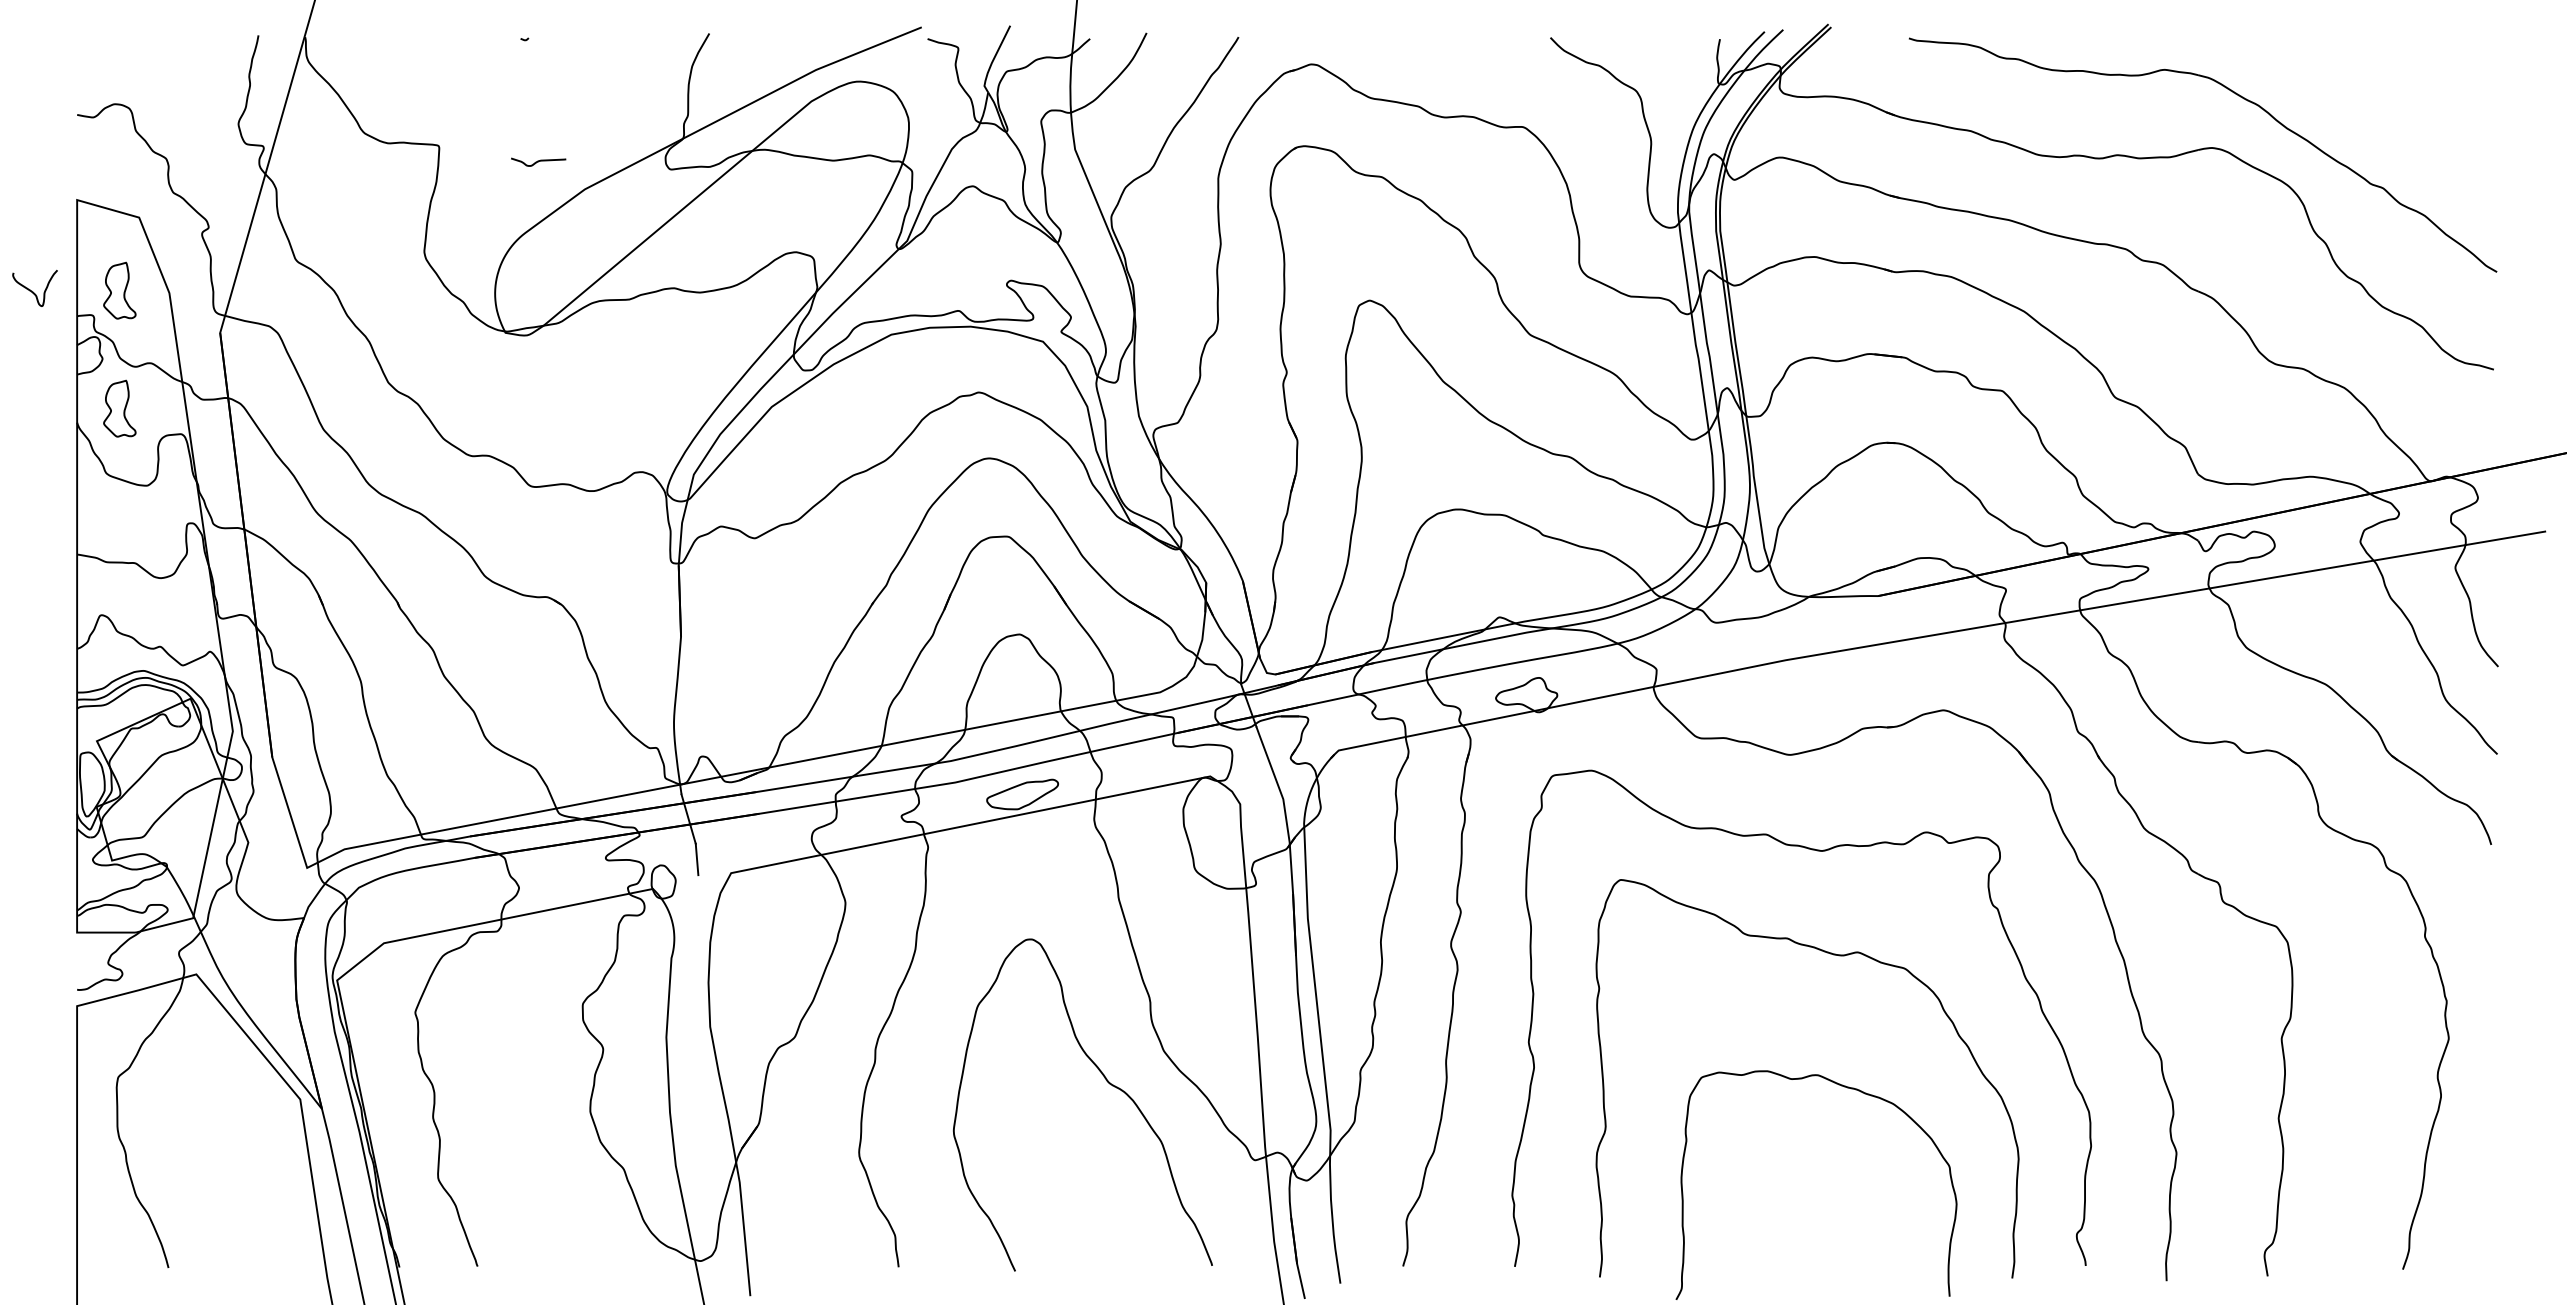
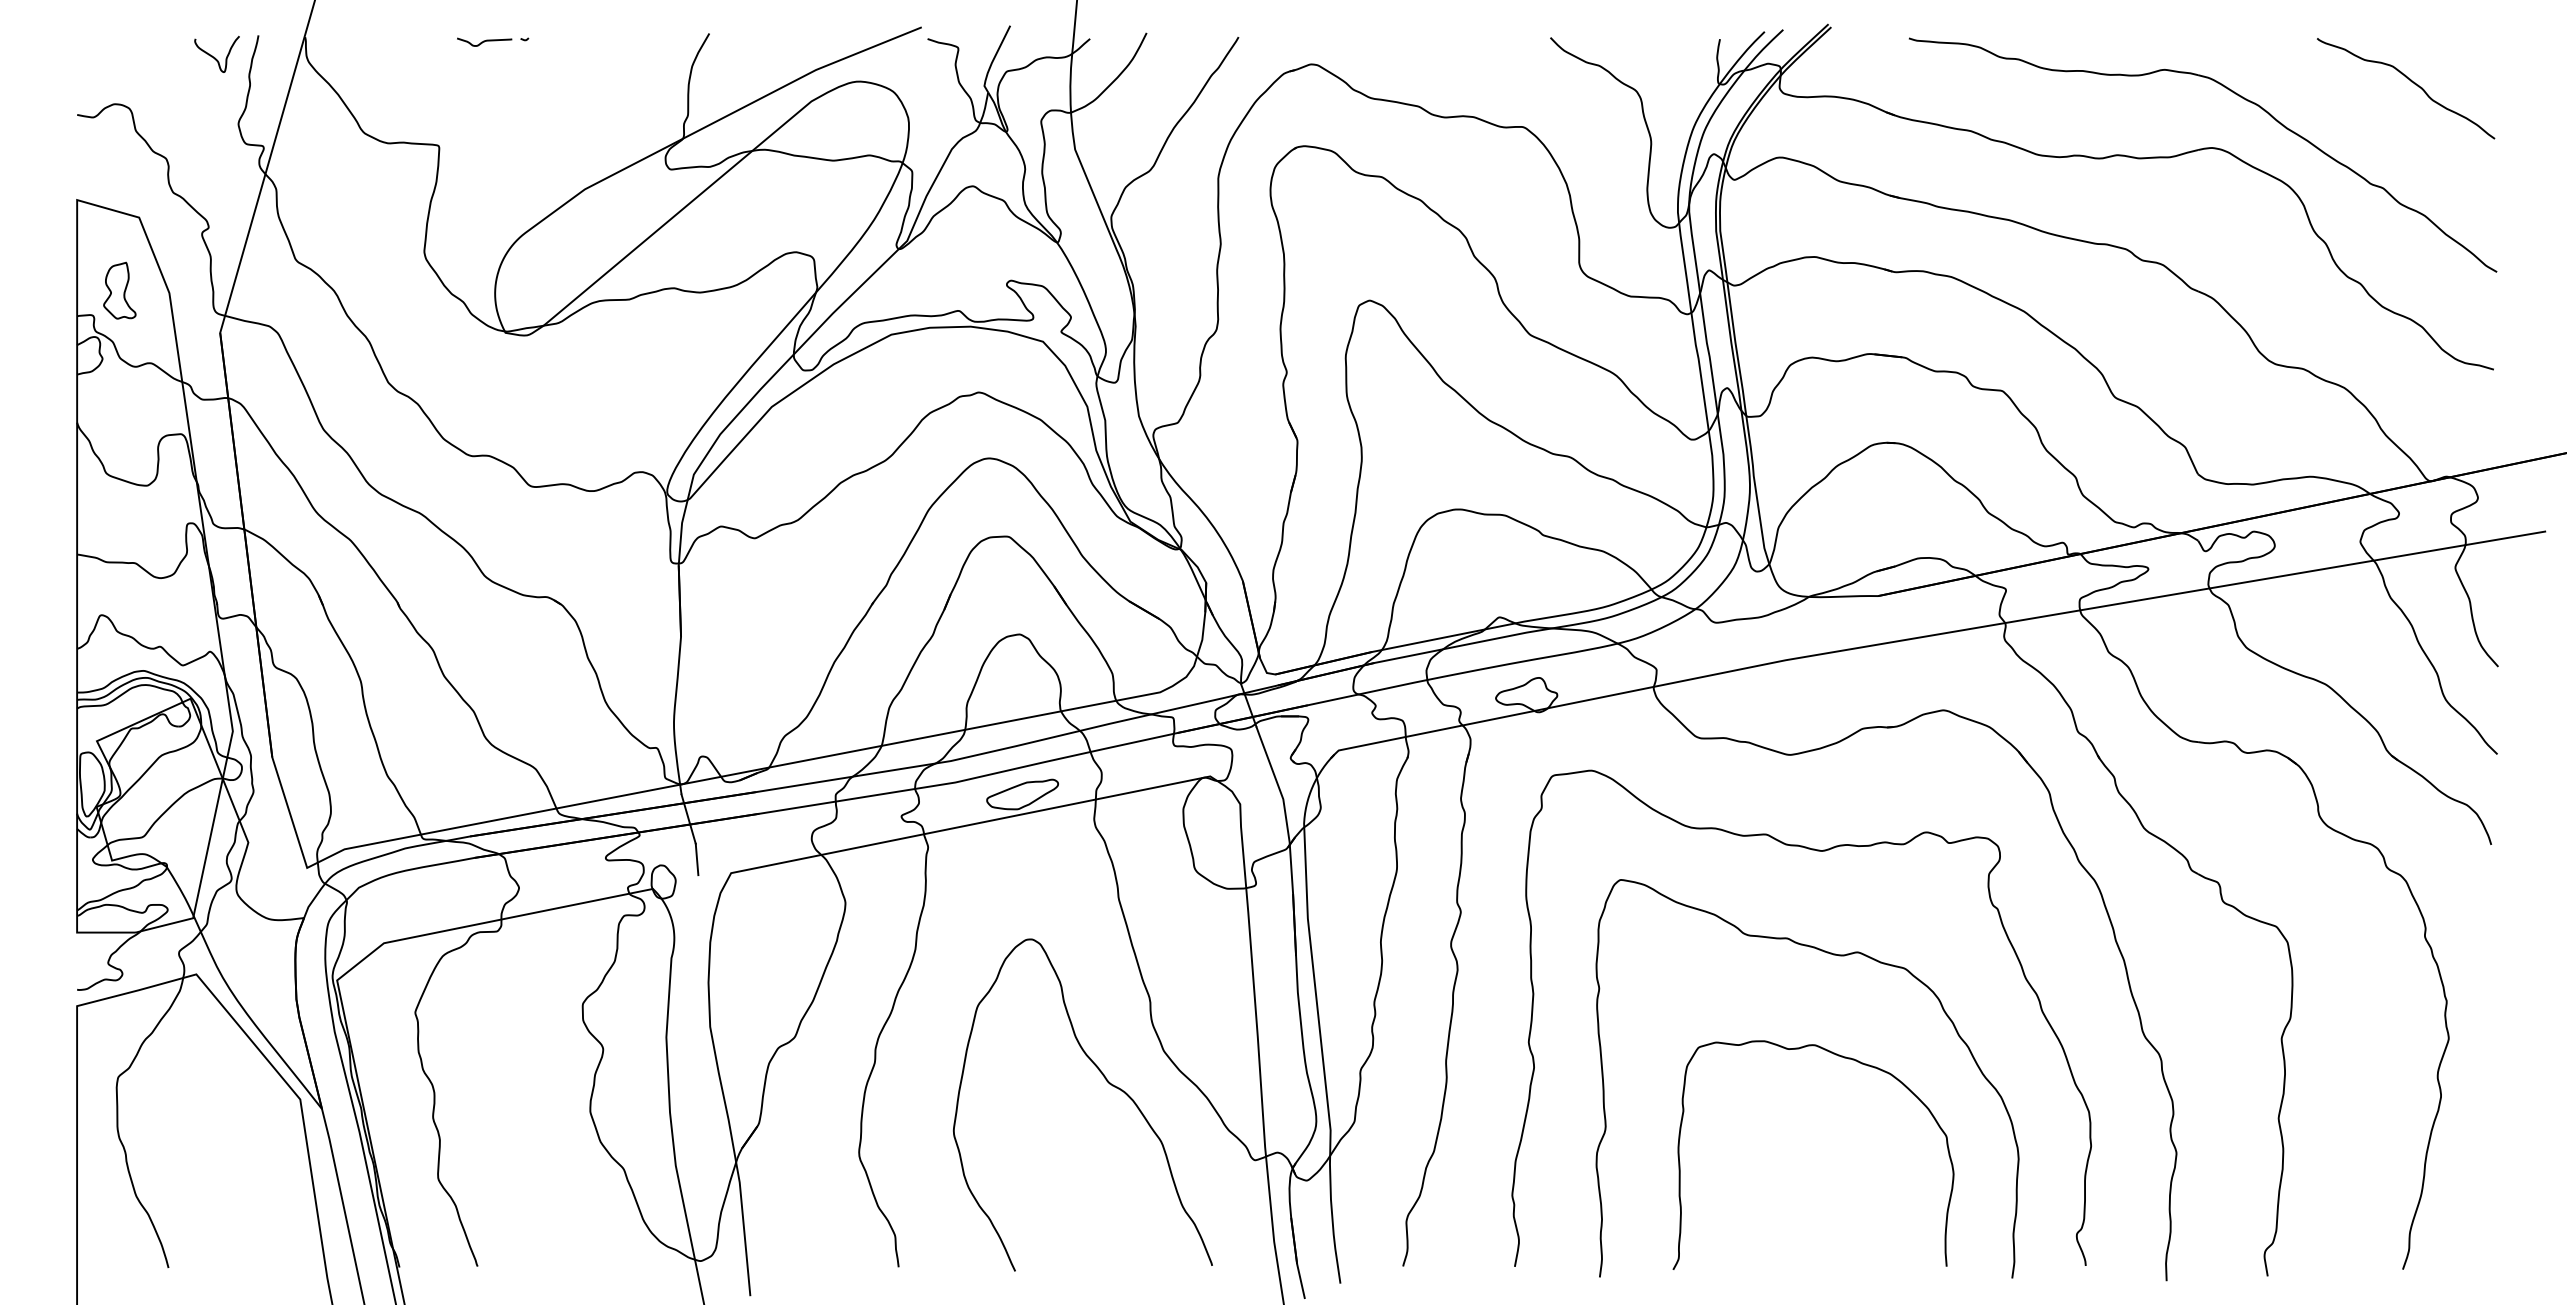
curve at (2411, 82): none -> present
curve at (538, 161) position: (538, 161) -> (484, 41)
curve at (33, 291) position: (33, 291) -> (215, 57)
part at (119, 408): present -> none
curve at (1847, 1088) position: (1847, 1088) -> (1844, 1058)
